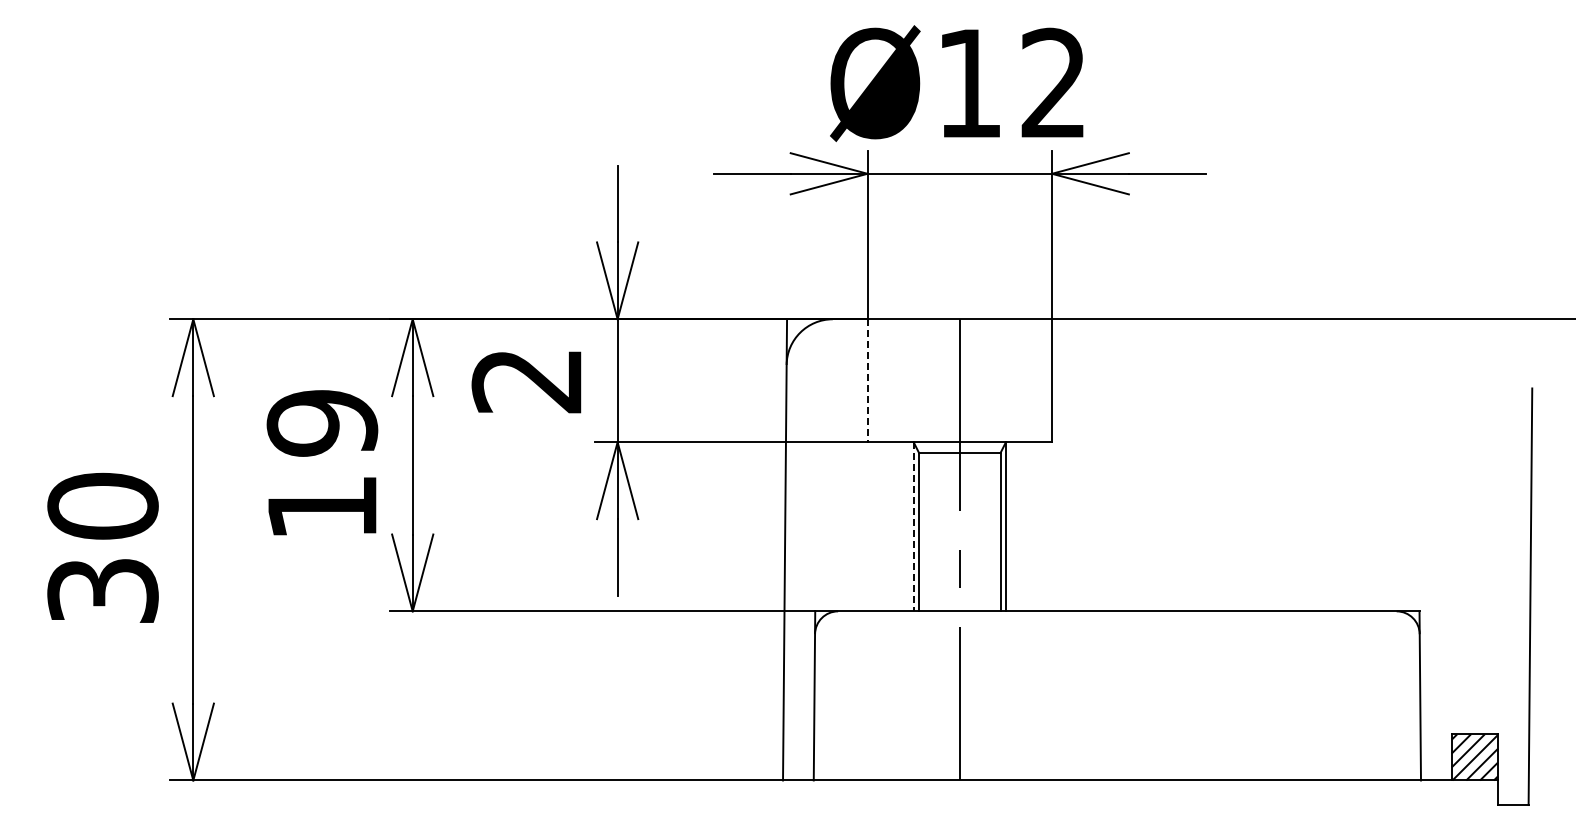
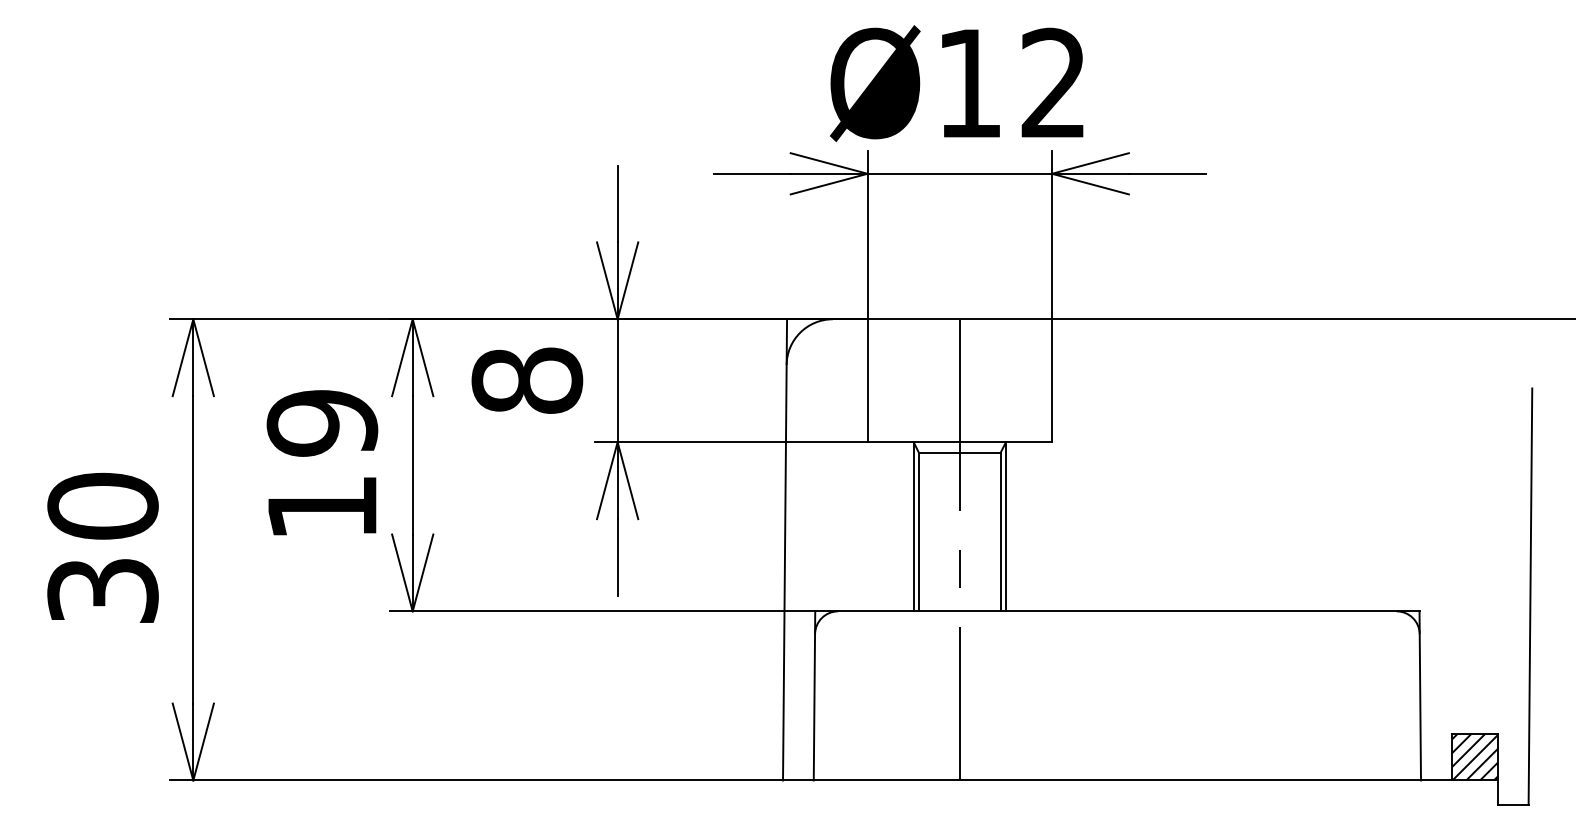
text at (527, 380): 2 -> 8
line at (867, 381): dashed -> solid
line at (913, 526): dashed -> solid
